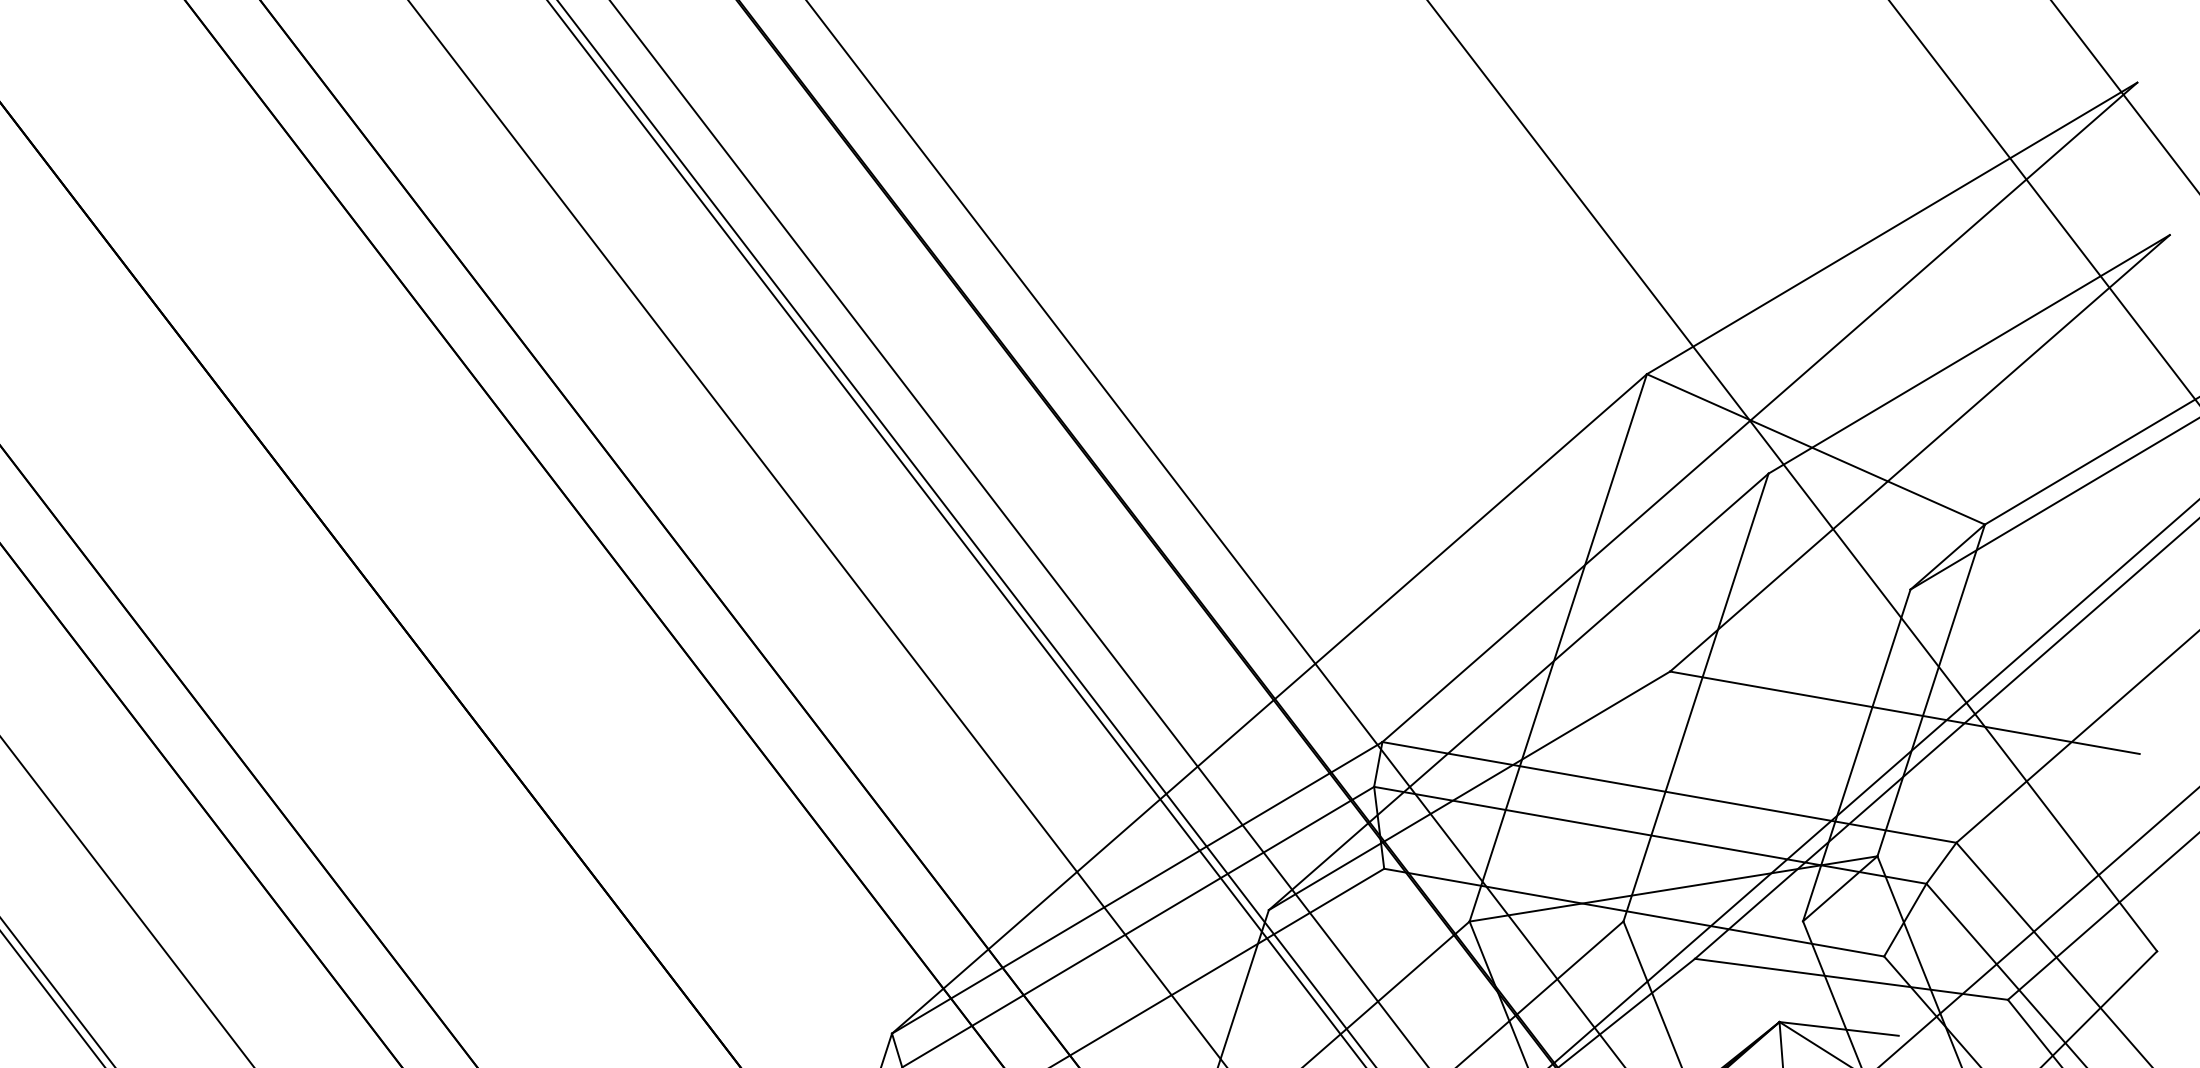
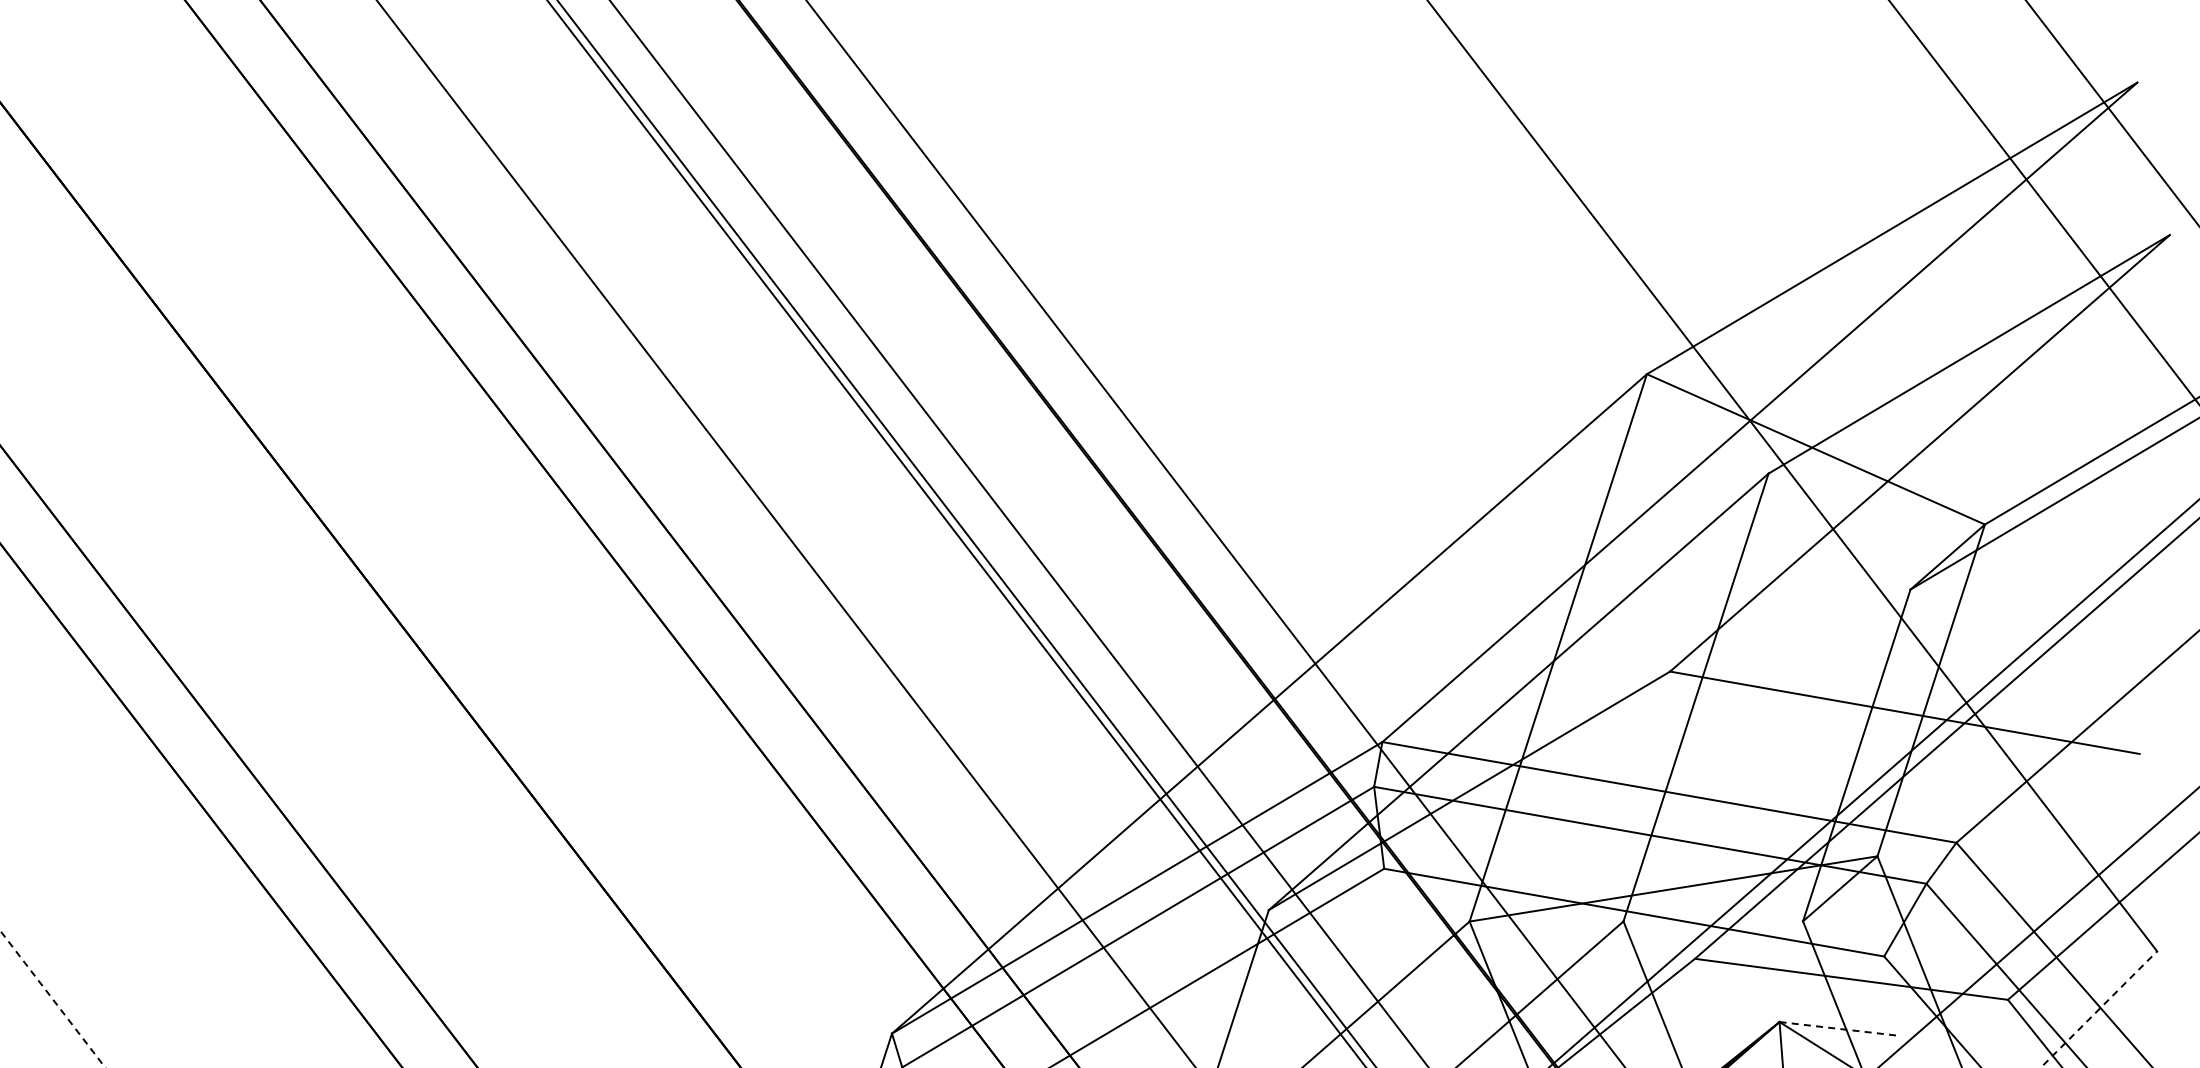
line at (2124, 95) position: (2124, 95) -> (2111, 112)
line at (816, 533) position: (816, 533) -> (785, 533)
line at (126, 901): present -> none
line at (57, 992): present -> none
line at (52, 999): solid -> dashed
line at (2099, 1009): solid -> dashed
line at (1839, 1028): solid -> dashed
